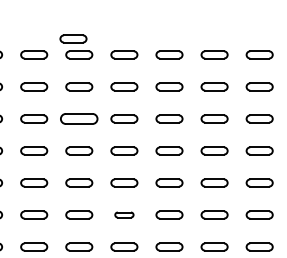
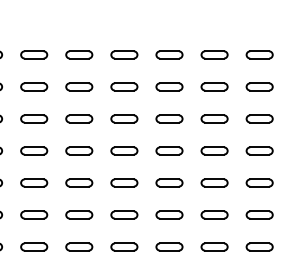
part at (73, 38): present -> none
part at (79, 118) size: 39x12 px -> 29x10 px
part at (124, 214) size: 21x8 px -> 29x10 px
